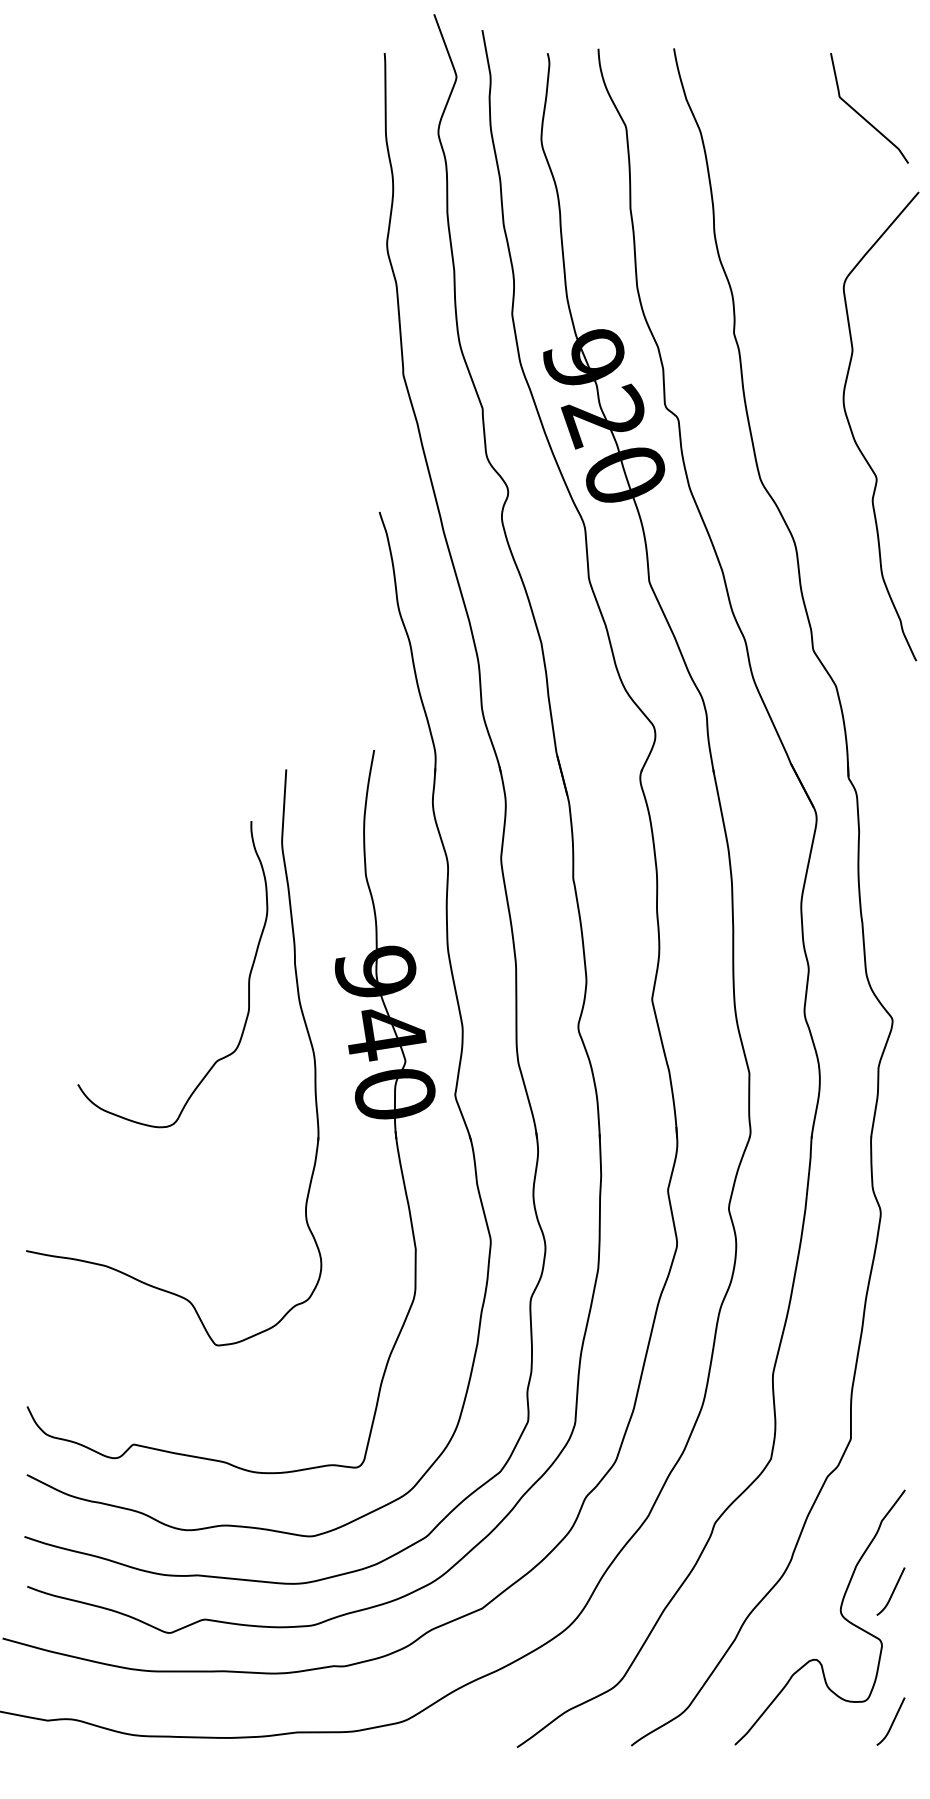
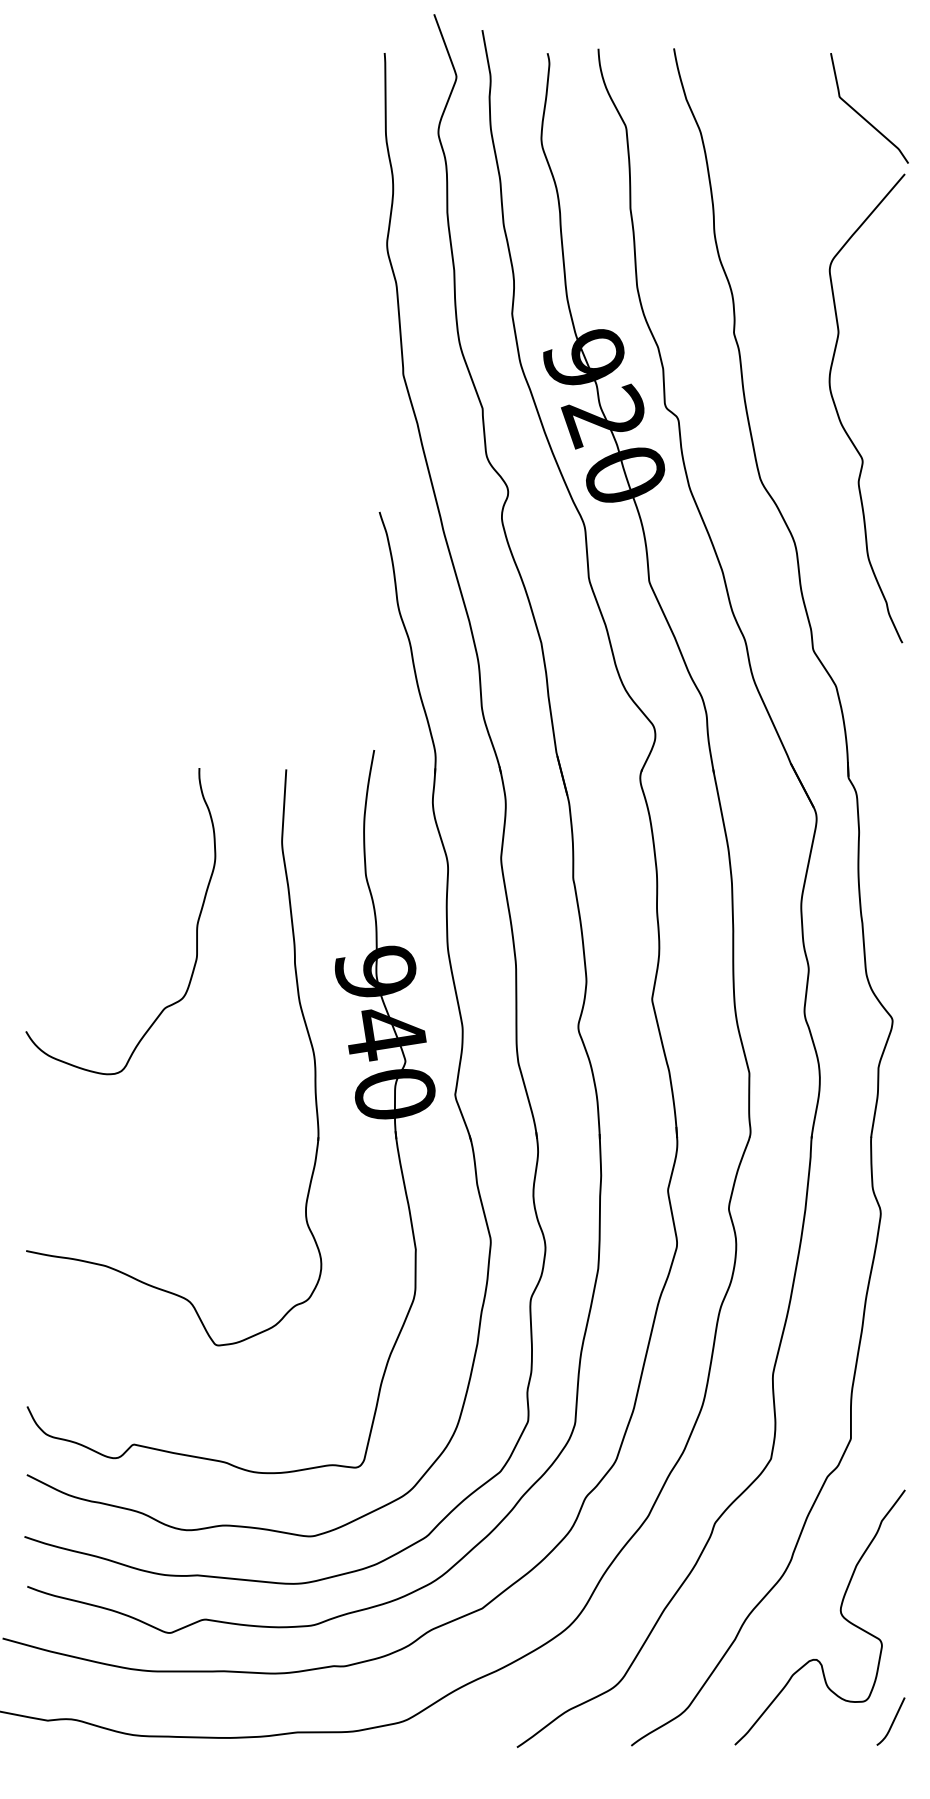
curve at (854, 436) position: (854, 436) -> (840, 418)
curve at (248, 976) position: (248, 976) -> (196, 923)
curve at (892, 1591): present -> none
